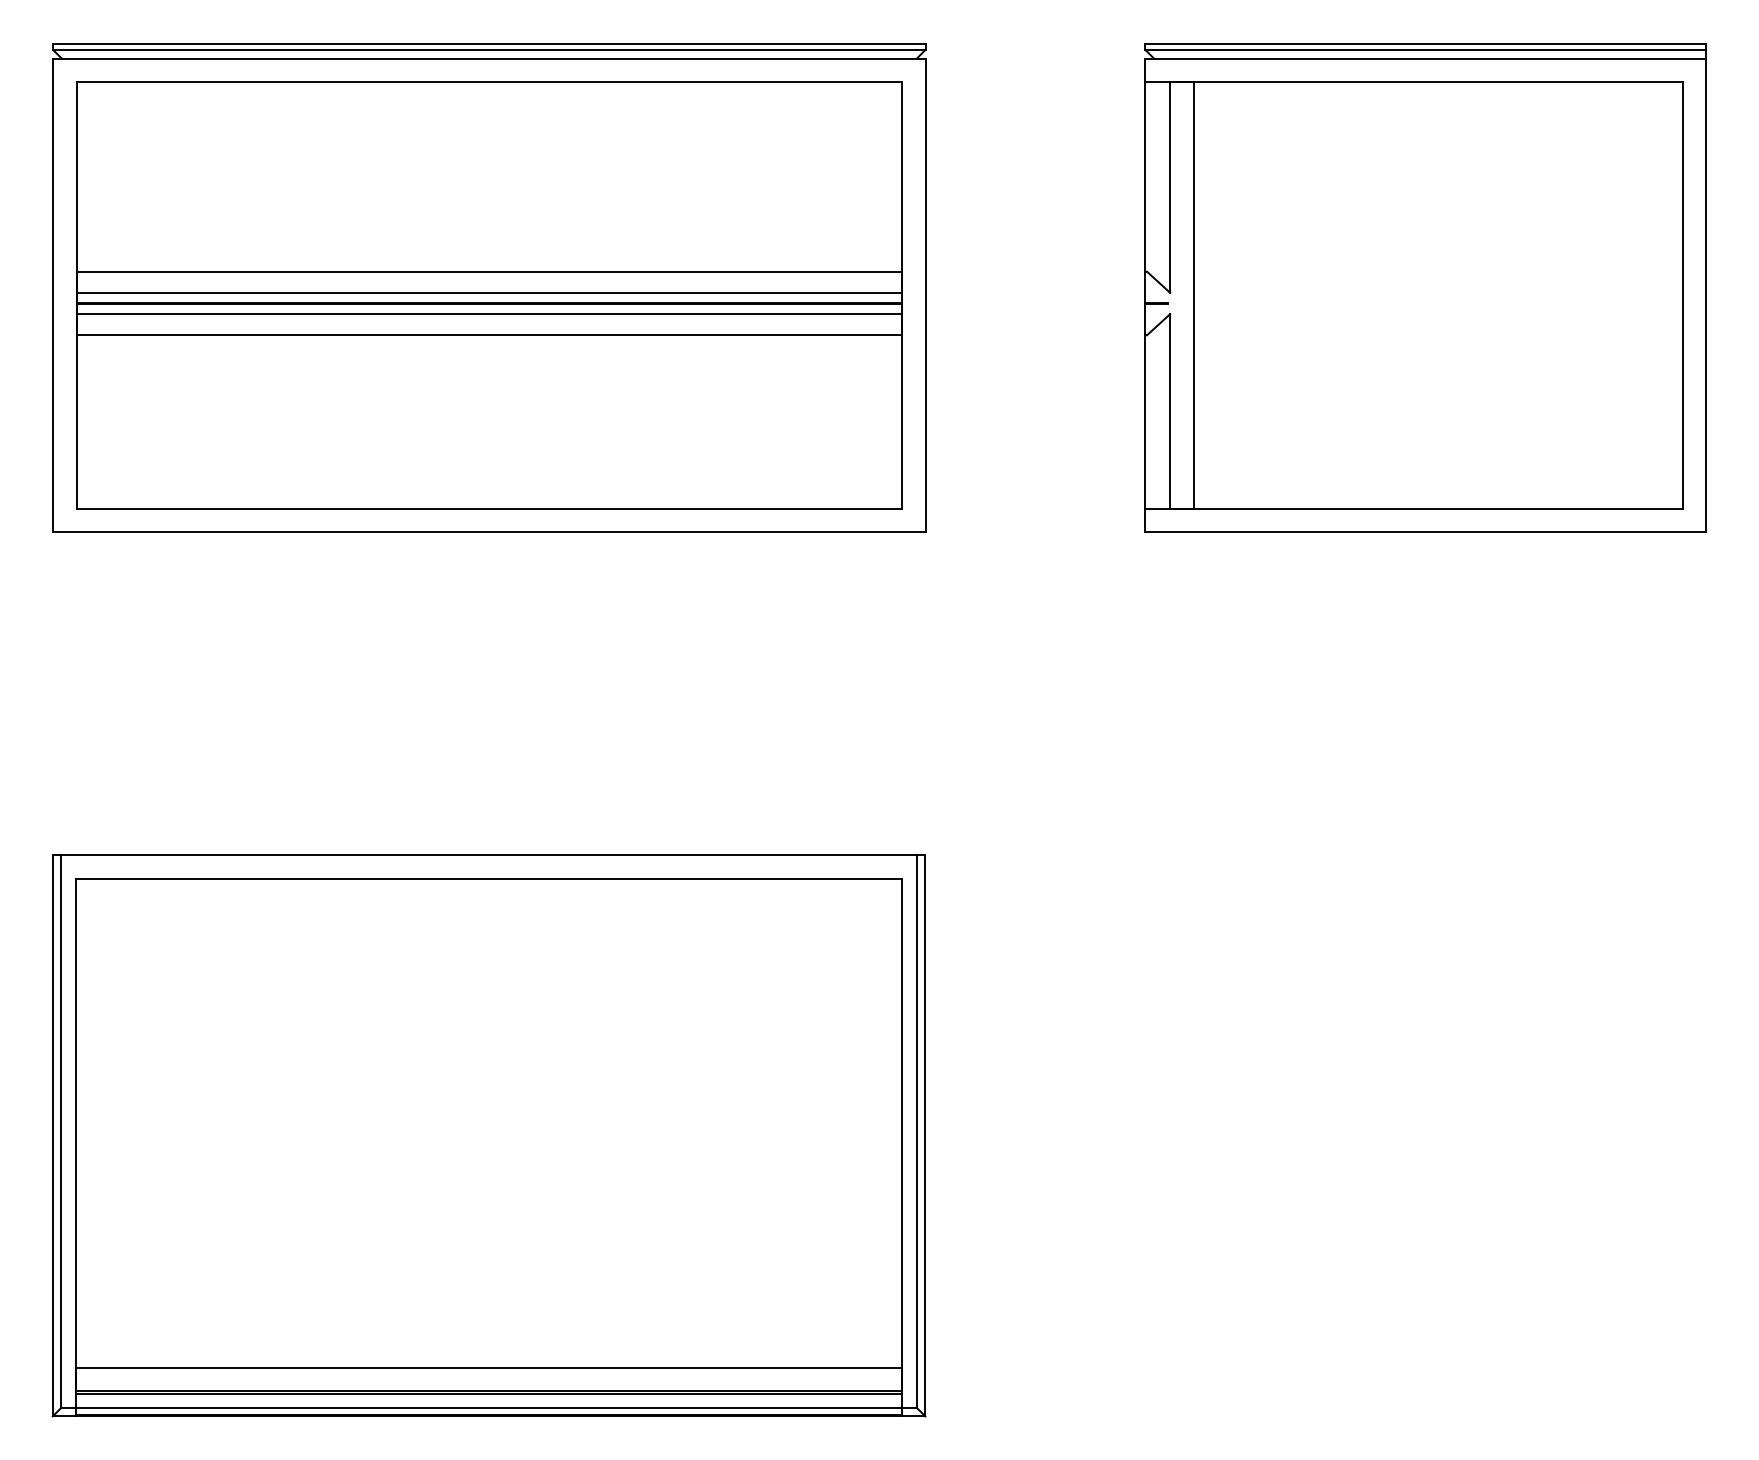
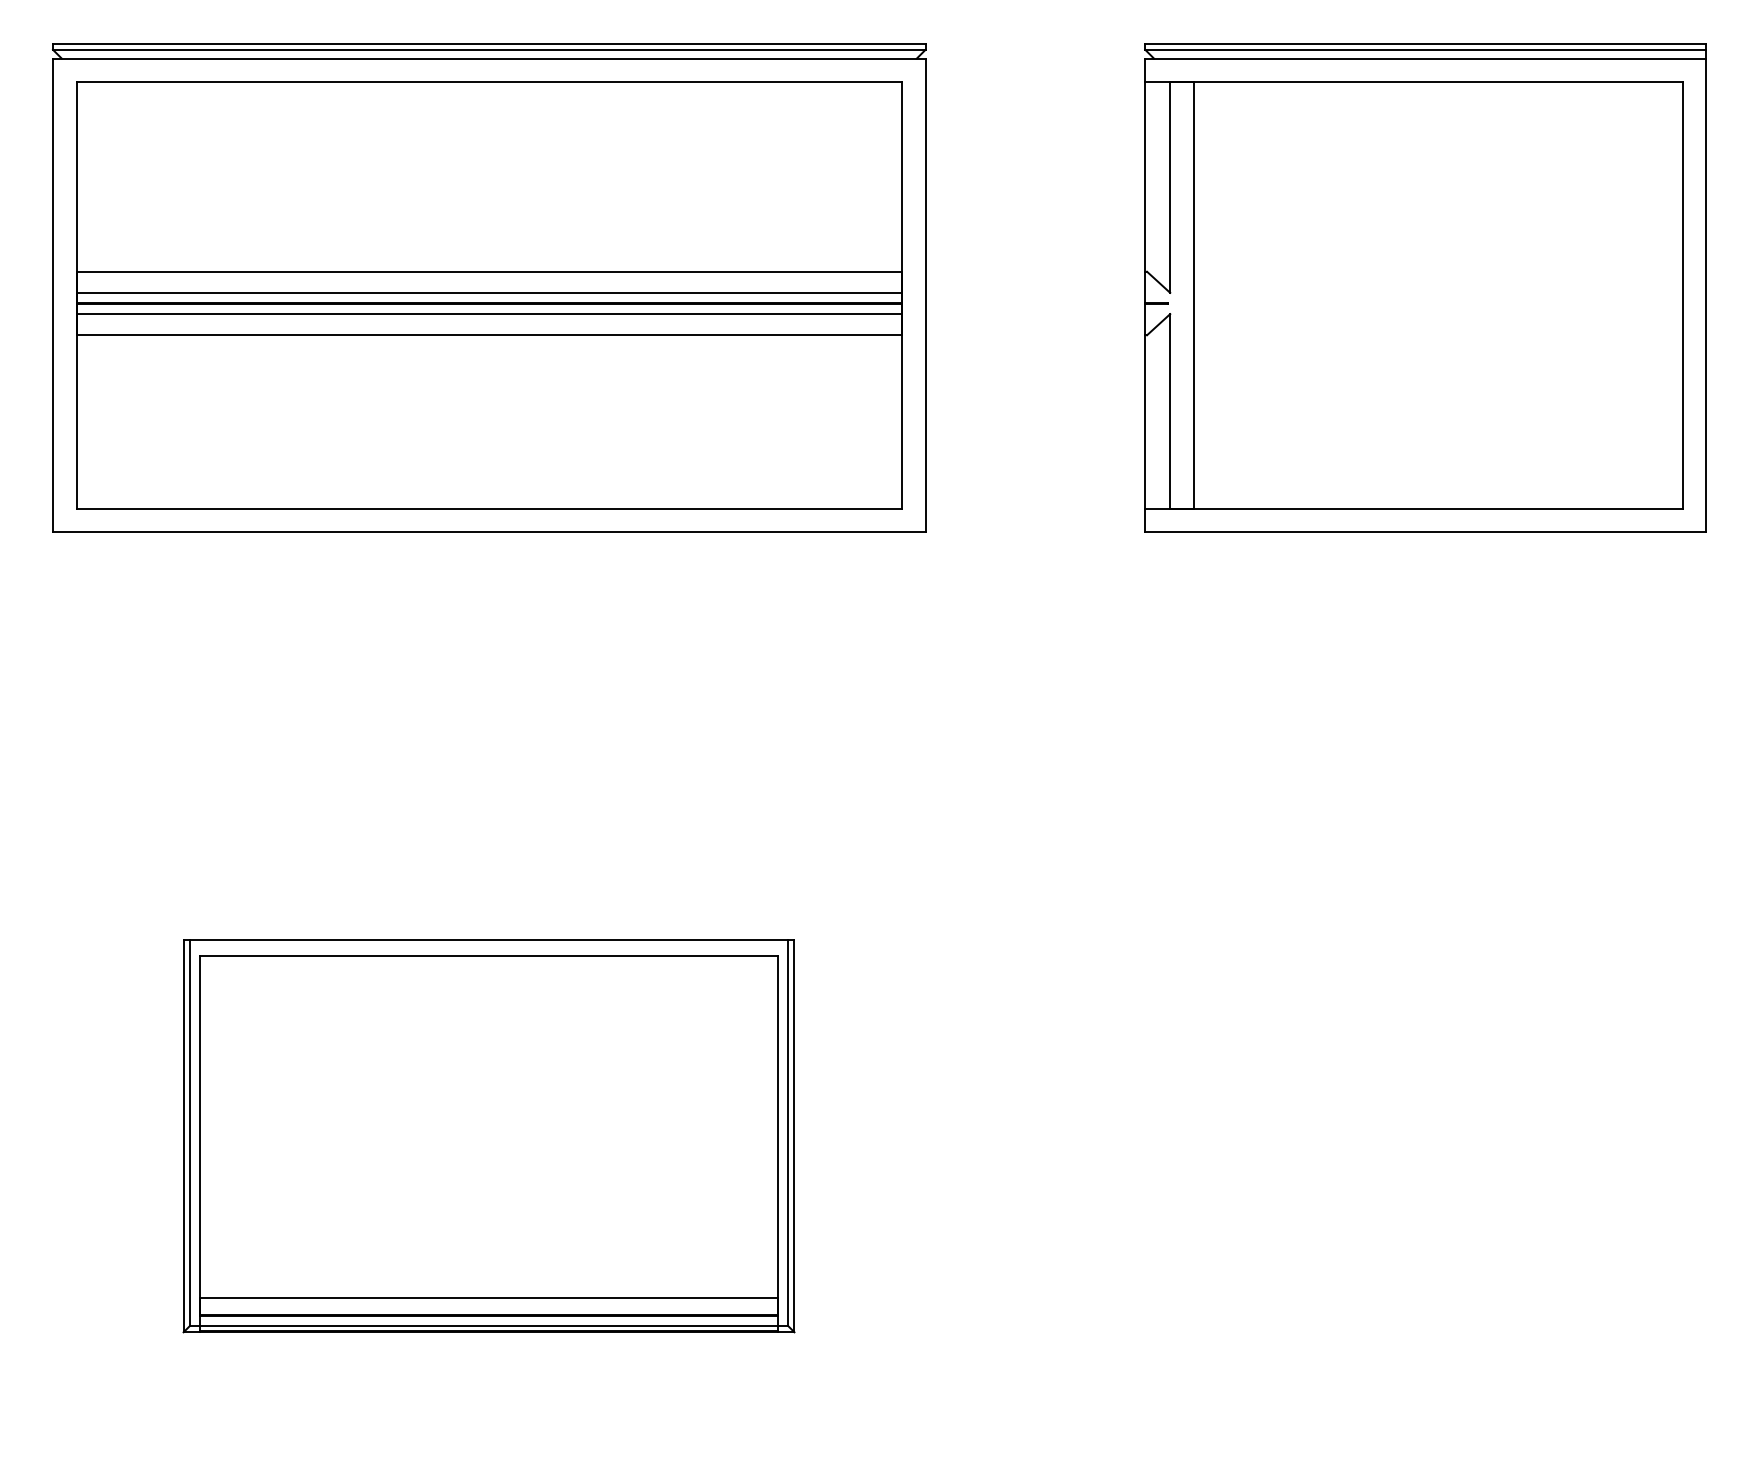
part at (488, 1135) size: 876x564 px -> 614x395 px
